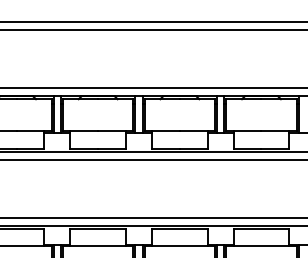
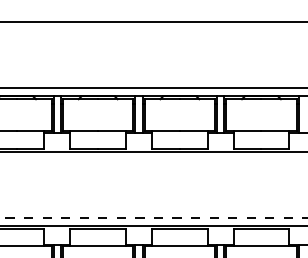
line at (153, 30): present -> none
line at (153, 160): present -> none
line at (154, 217): solid -> dashed
